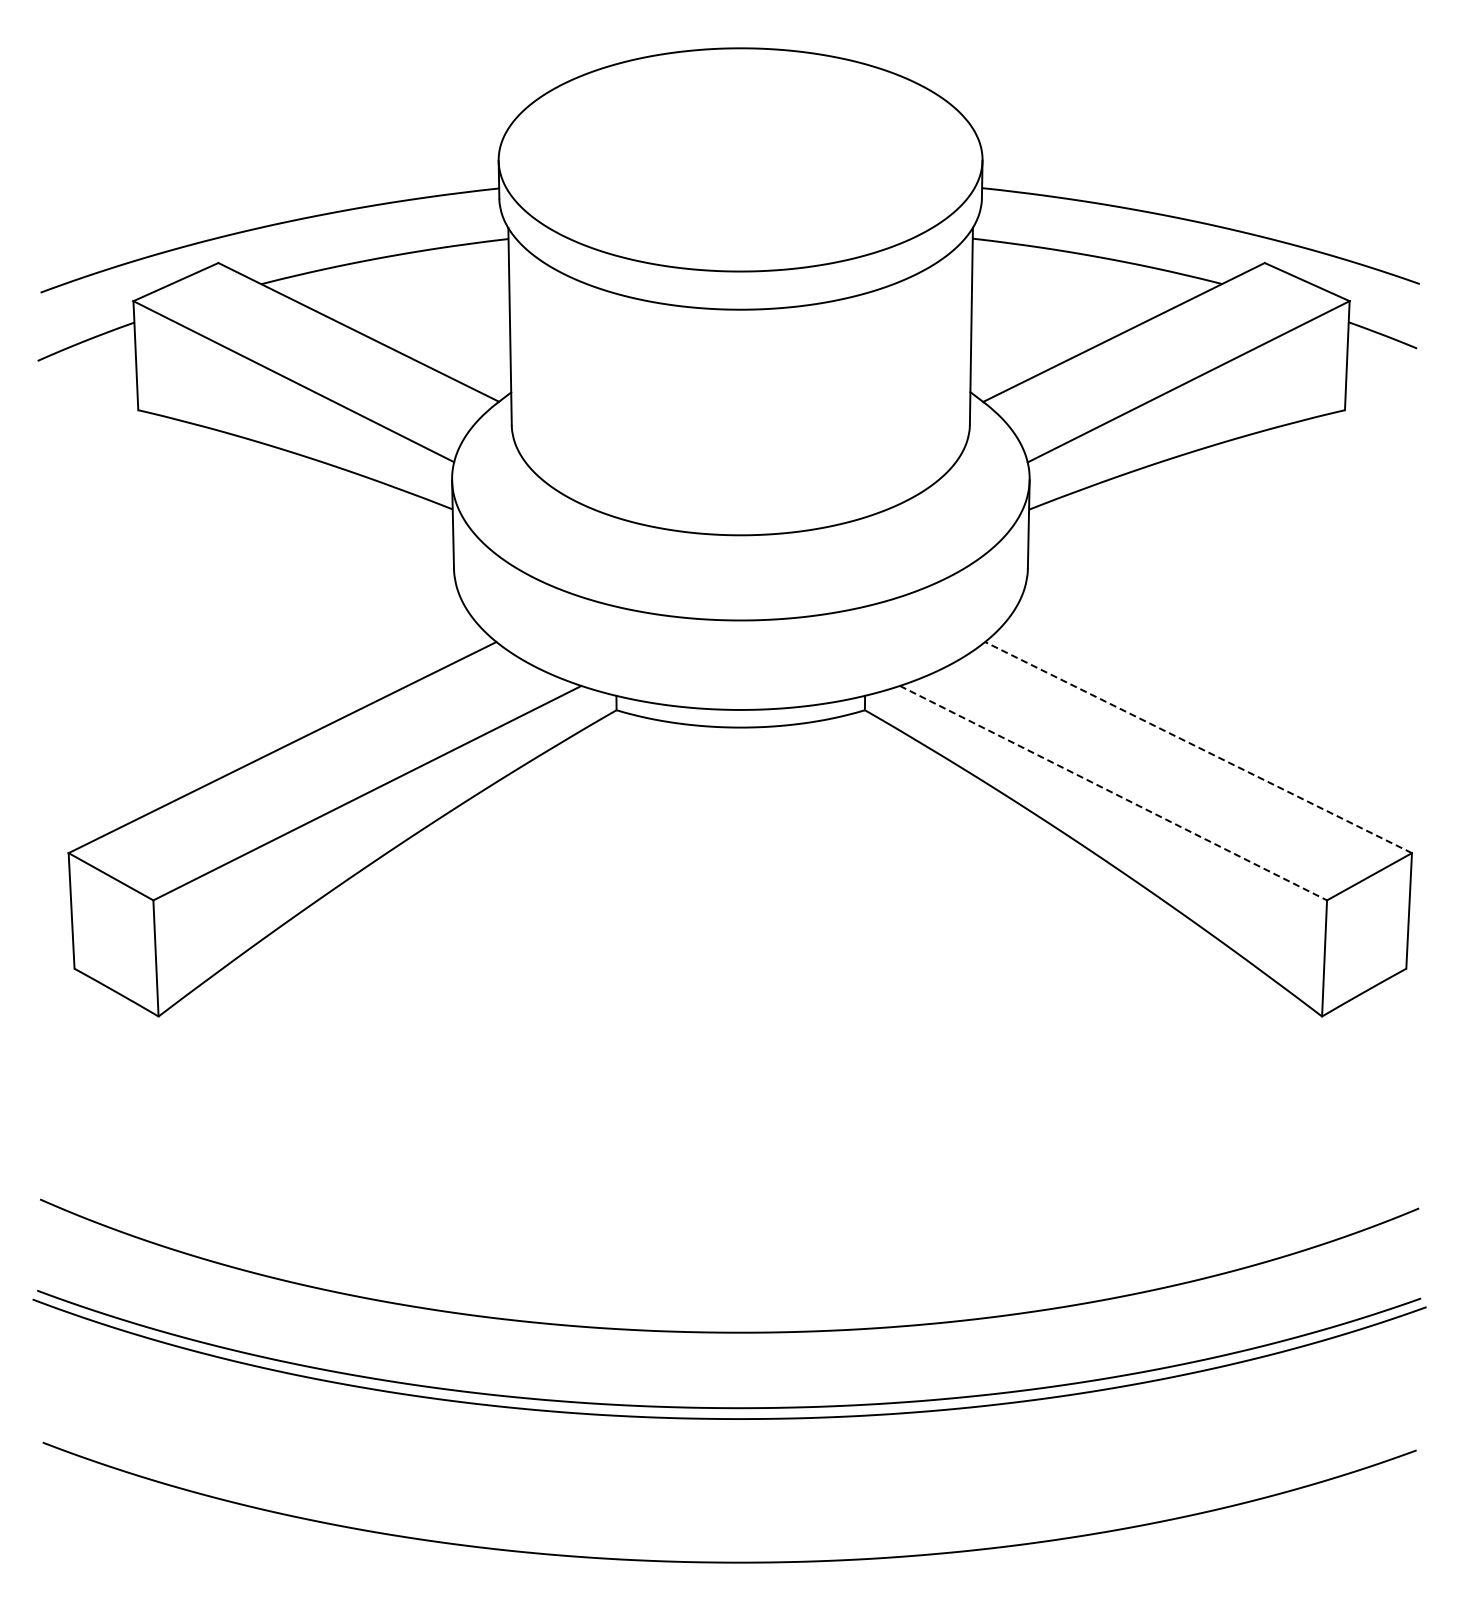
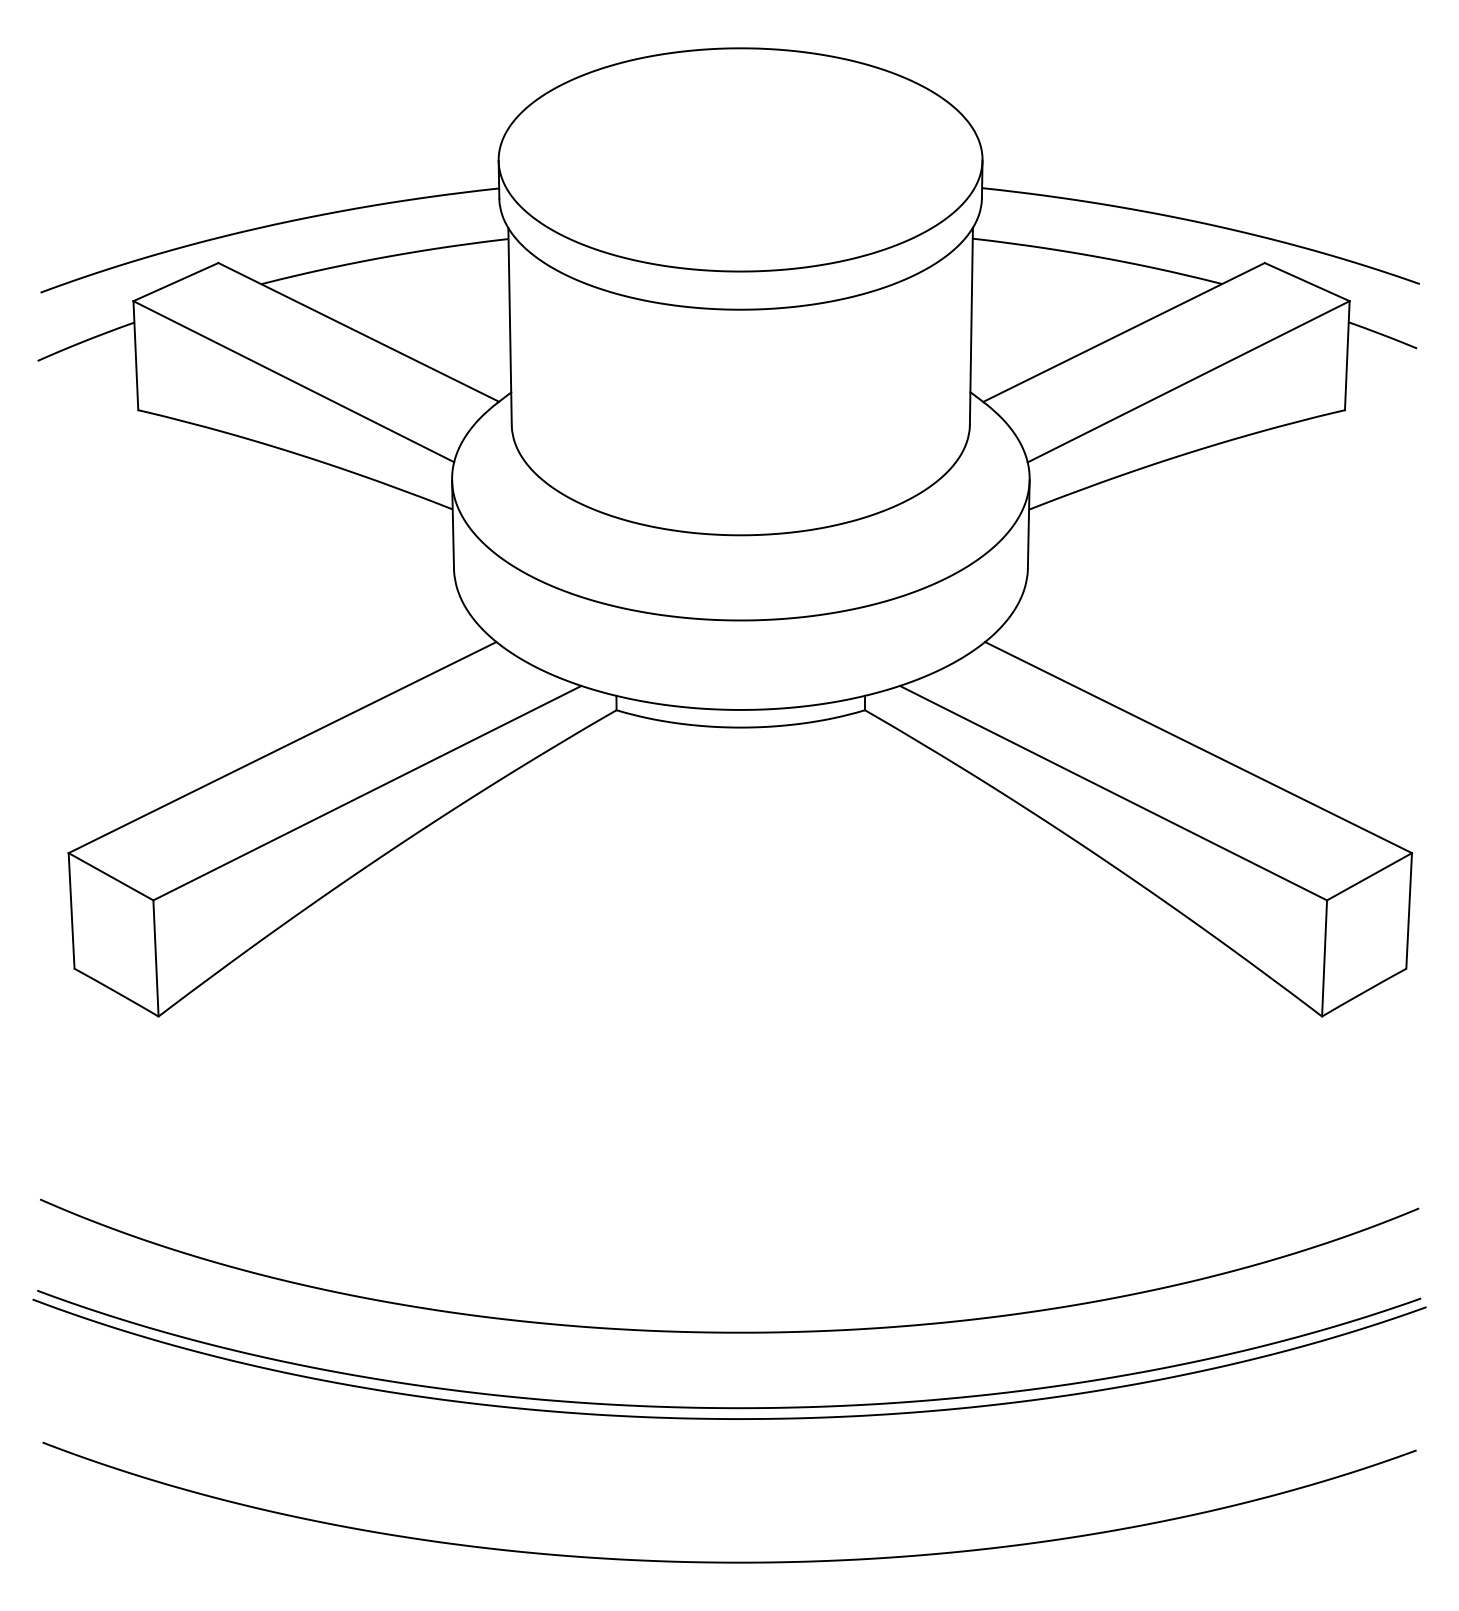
line at (1198, 747): dashed -> solid
line at (1113, 793): dashed -> solid
